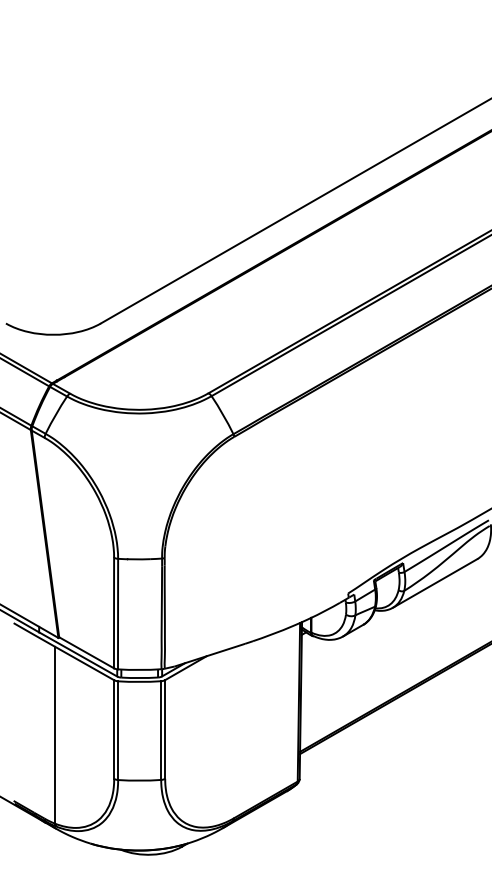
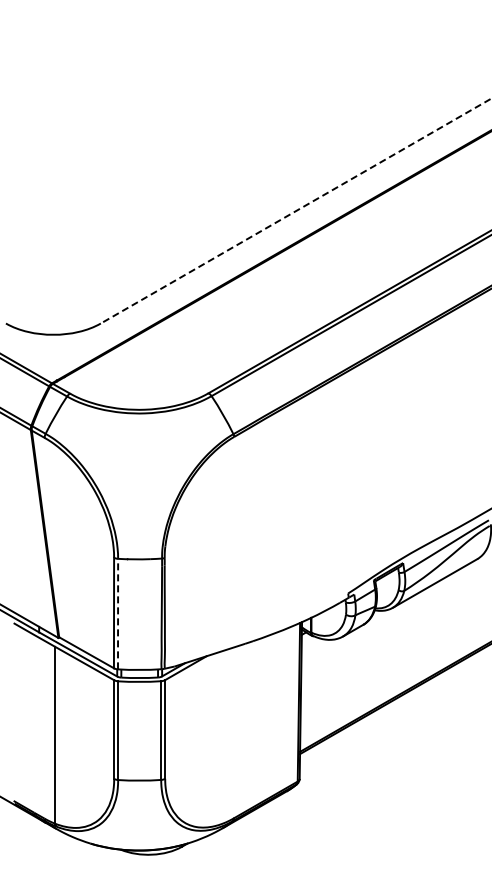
line at (295, 211): solid -> dashed
line at (118, 613): solid -> dashed
